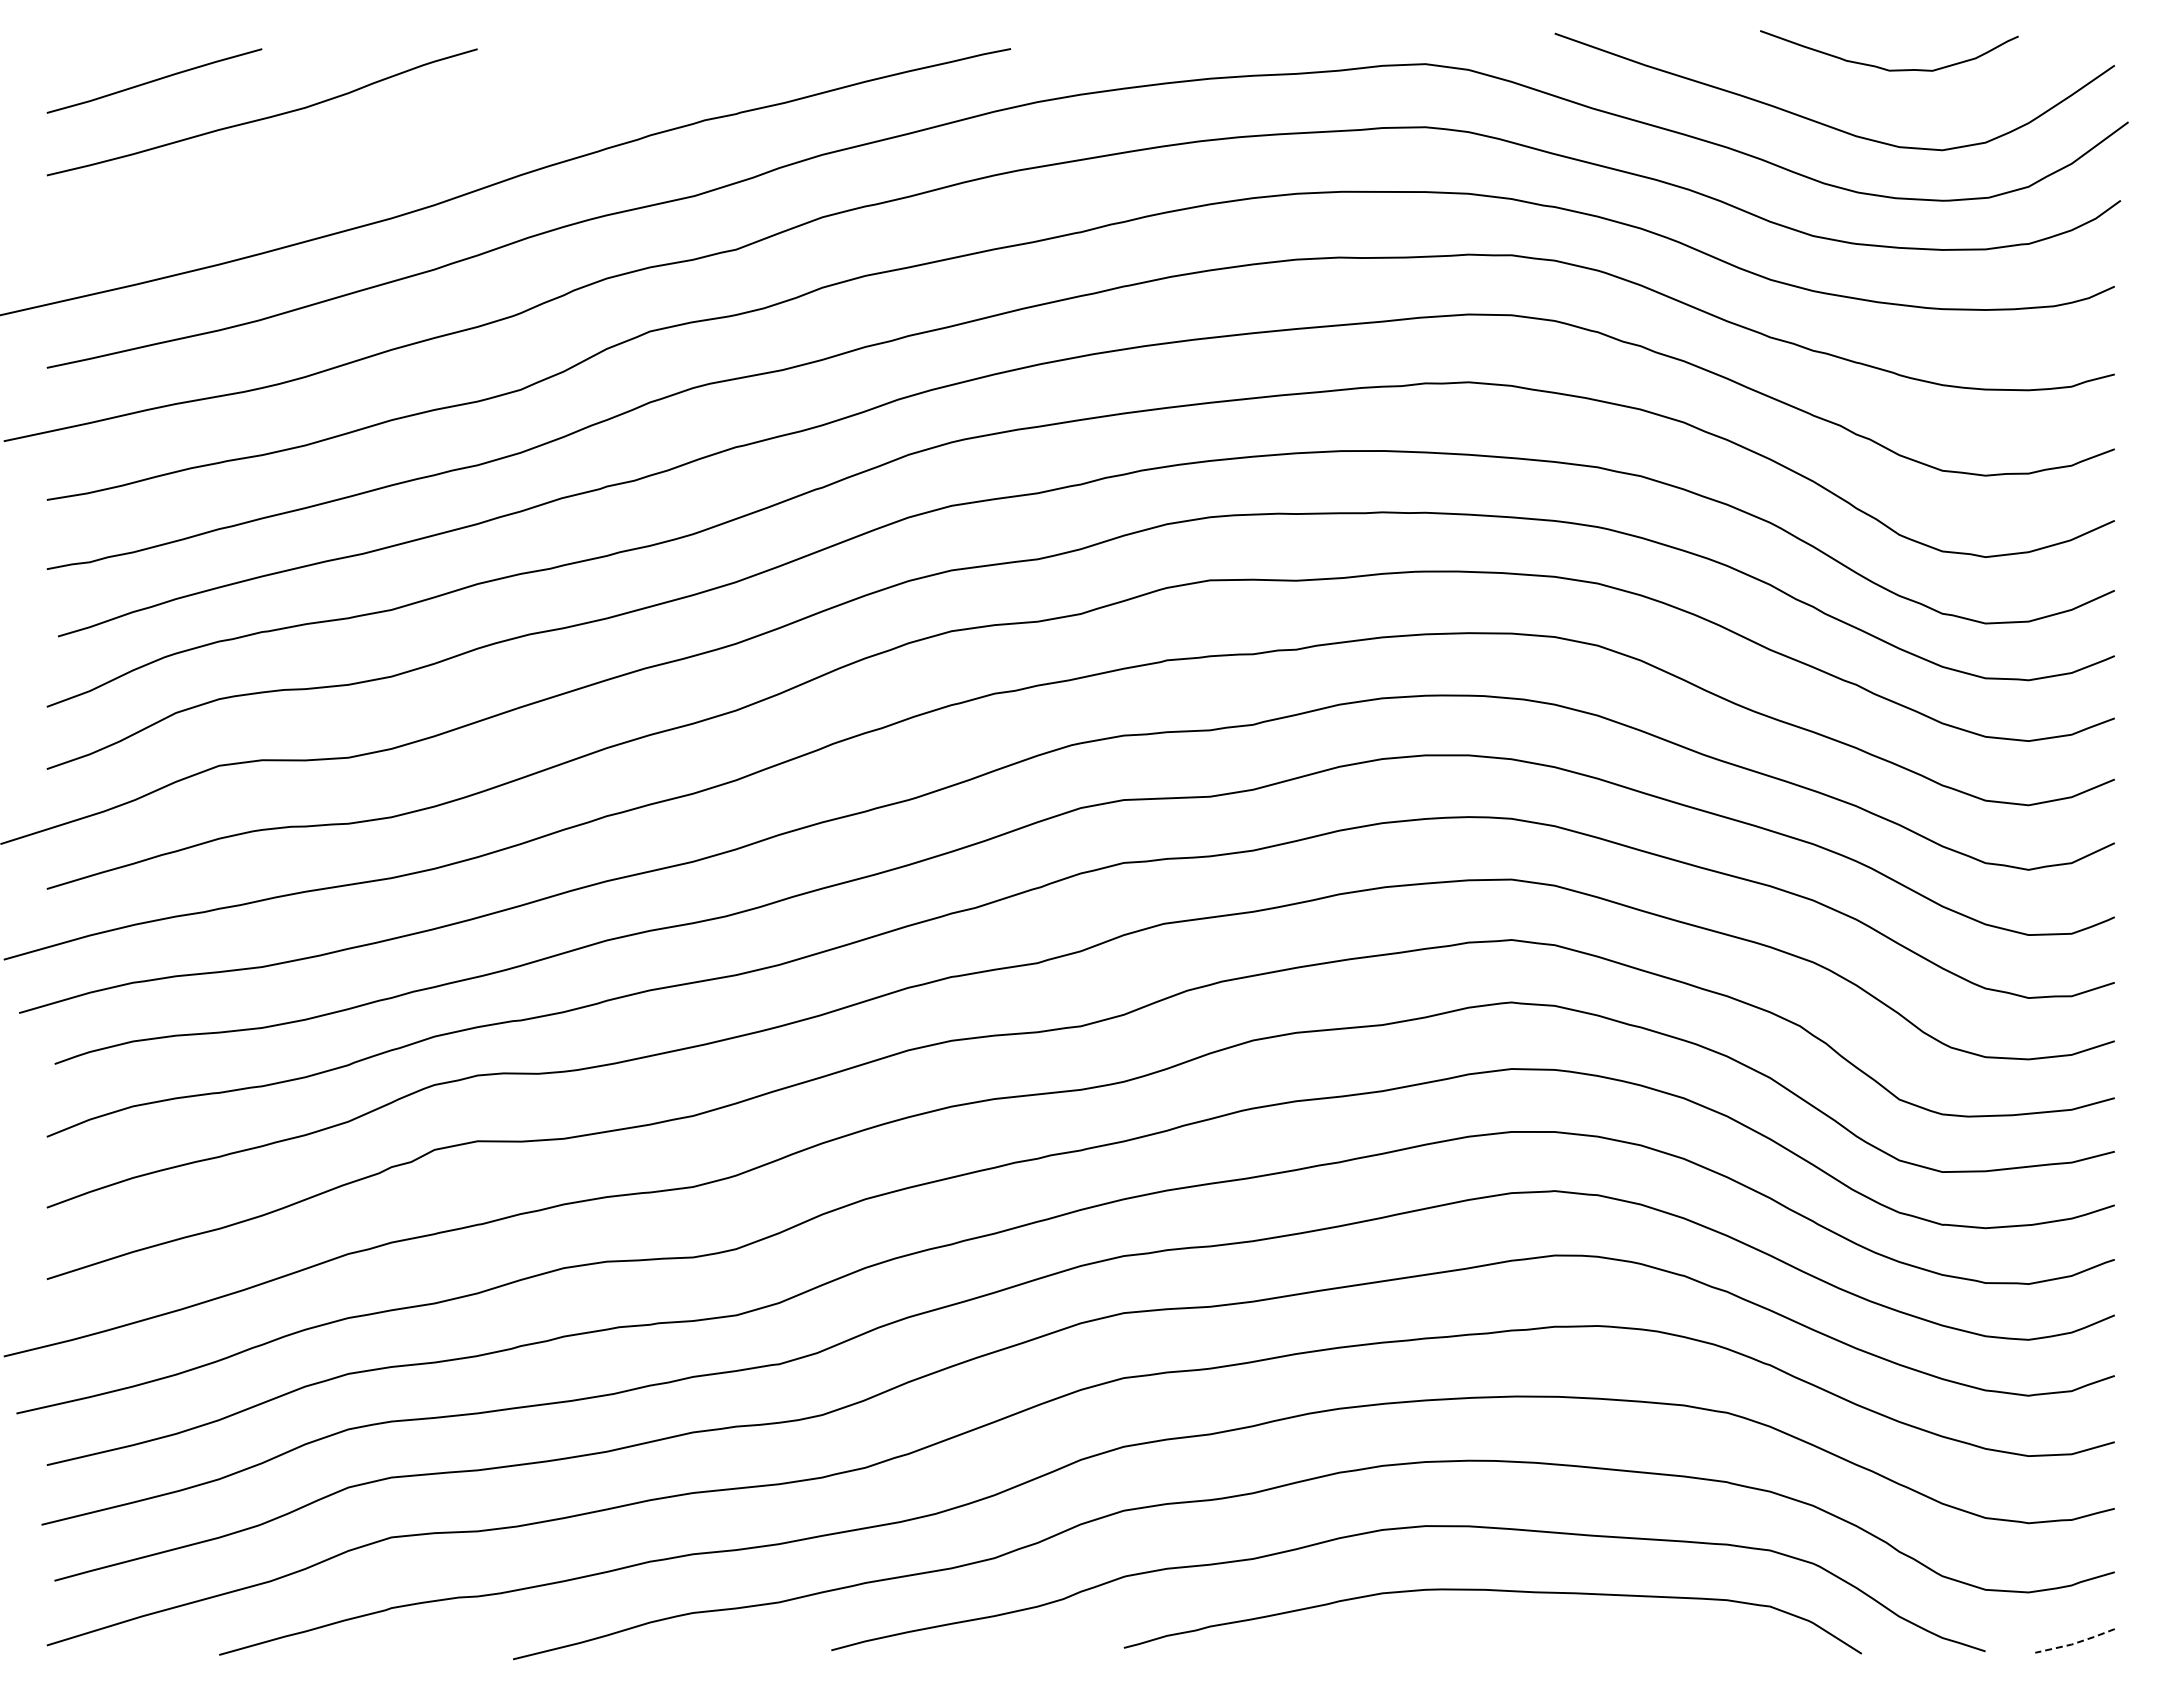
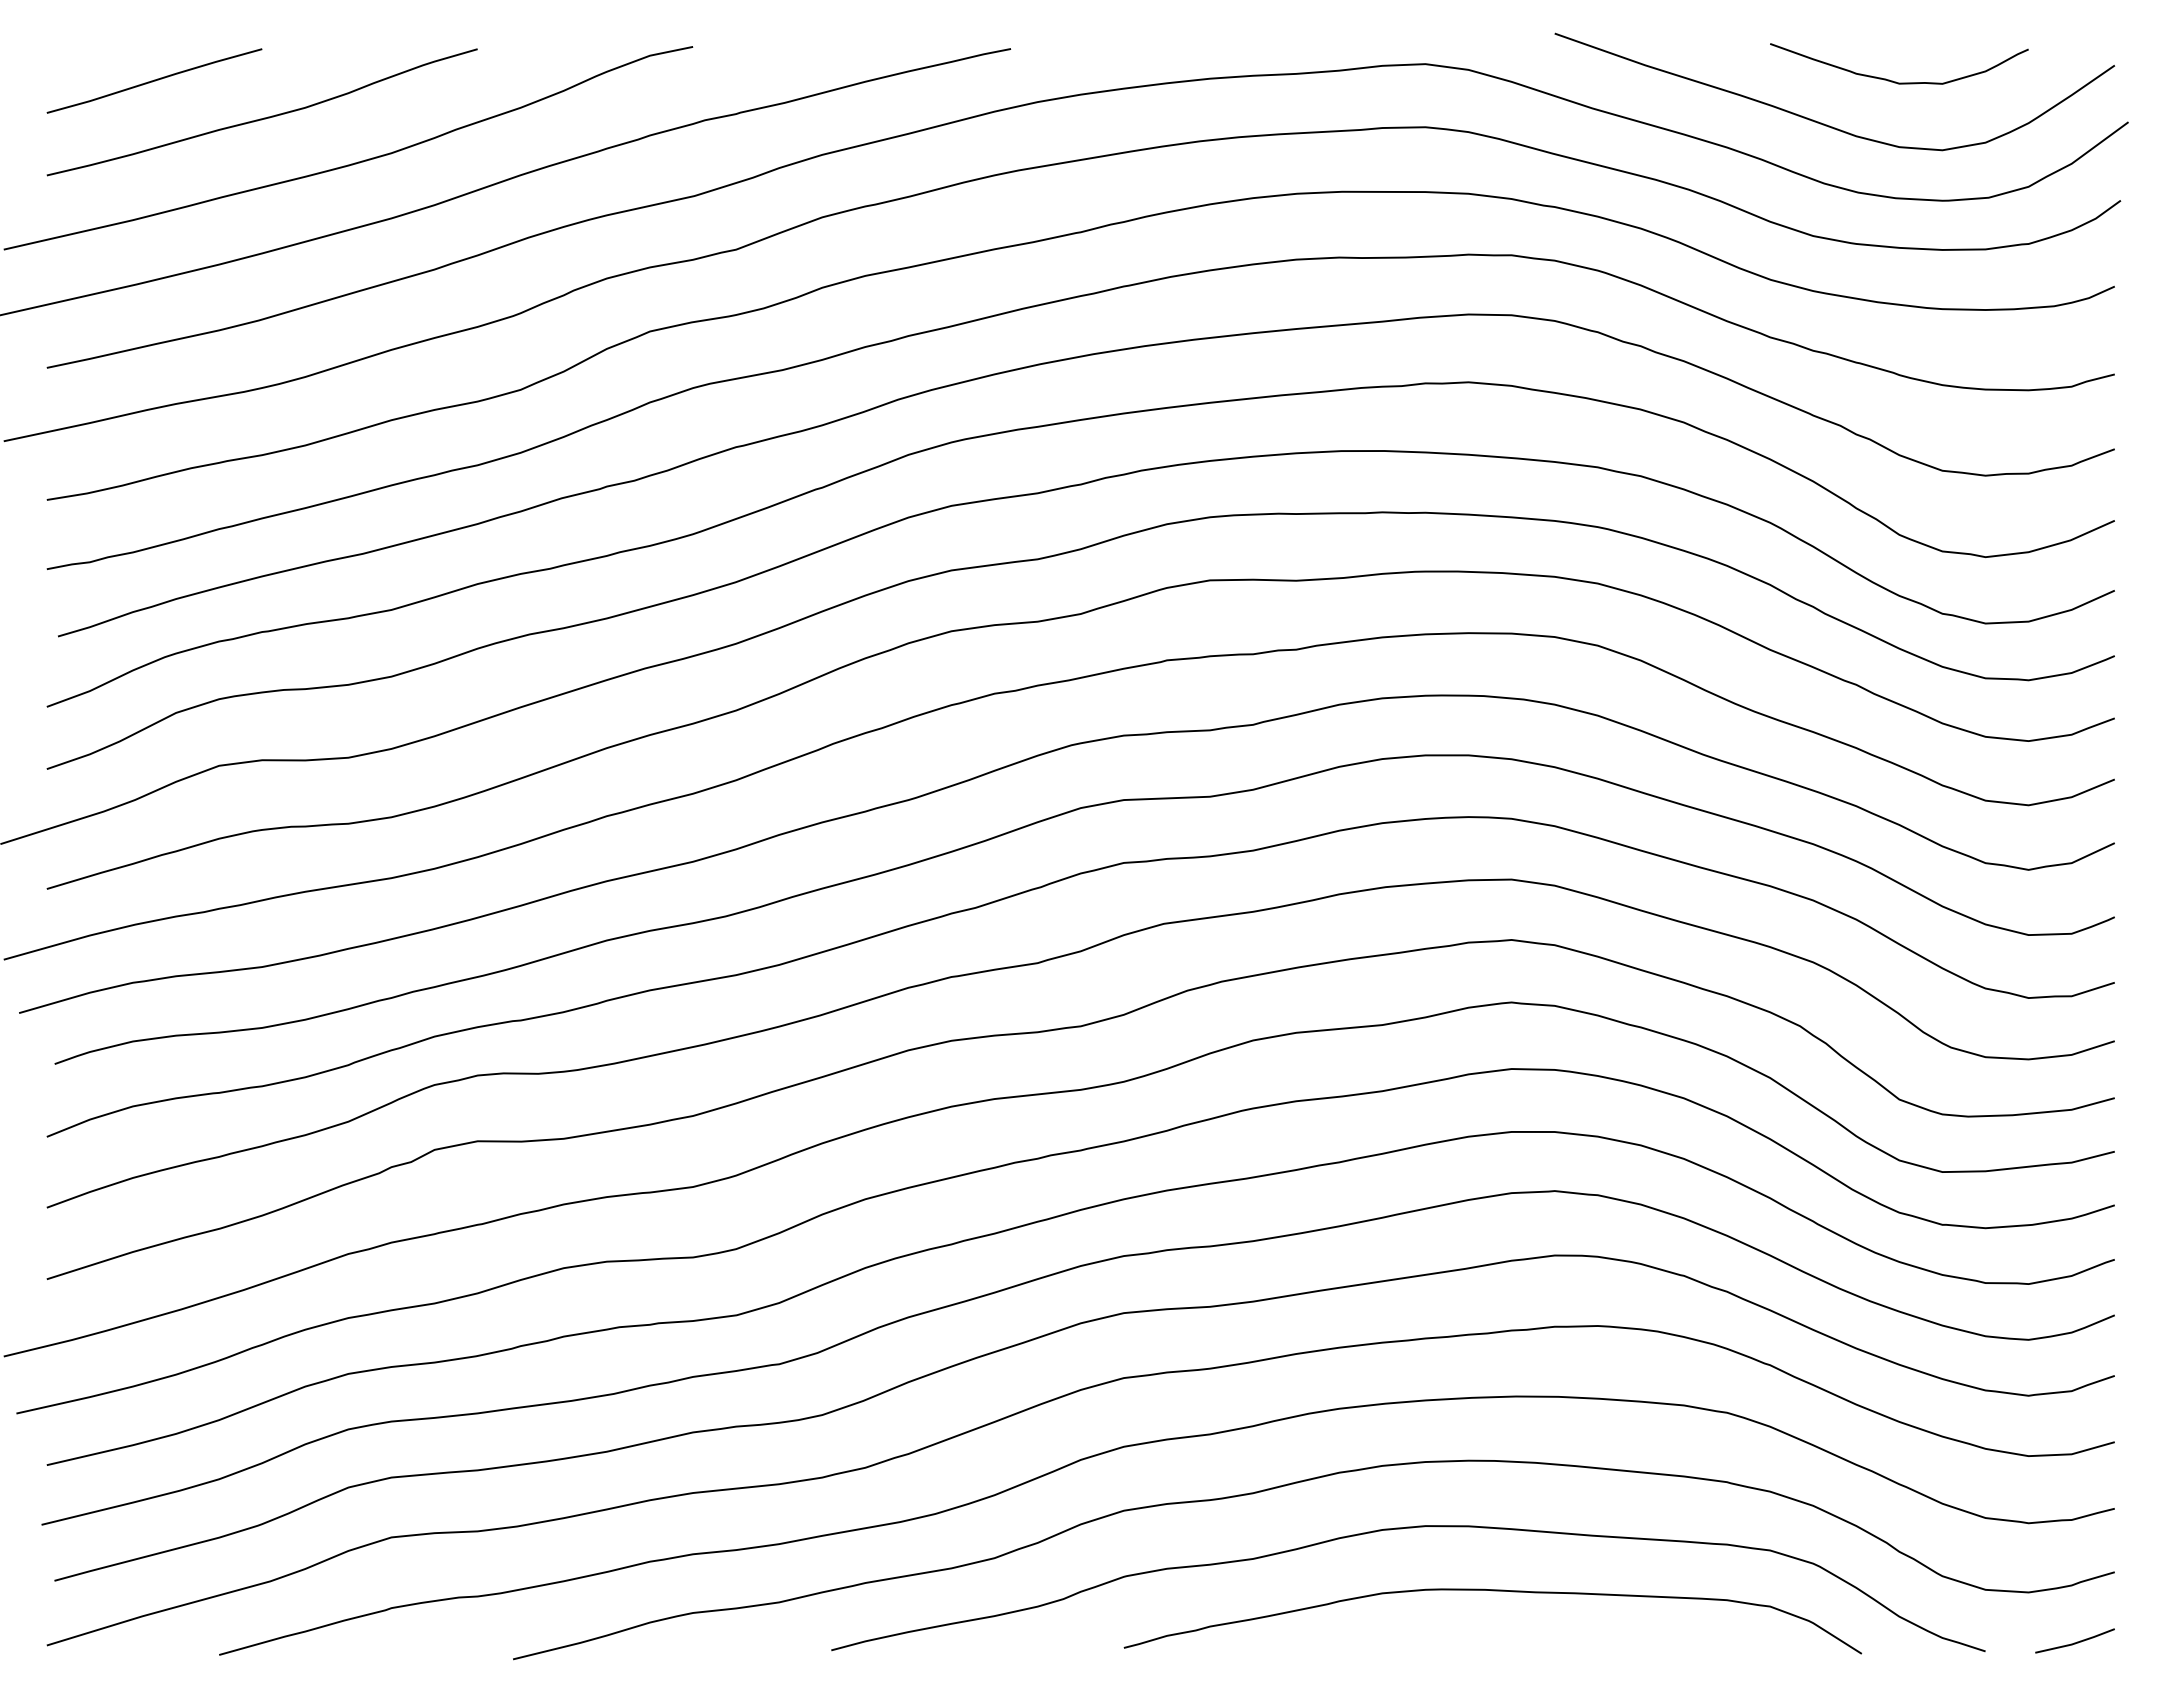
curve at (1886, 68) position: (1886, 68) -> (1896, 81)
curve at (354, 162): none -> present
line at (2075, 1643): dashed -> solid
